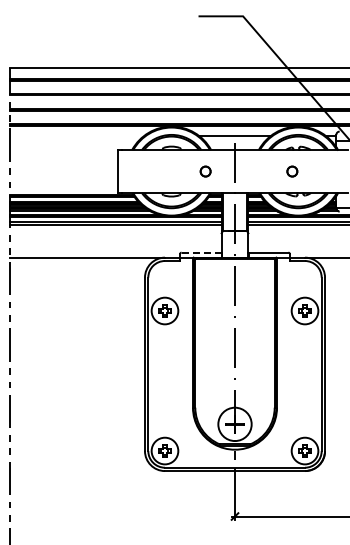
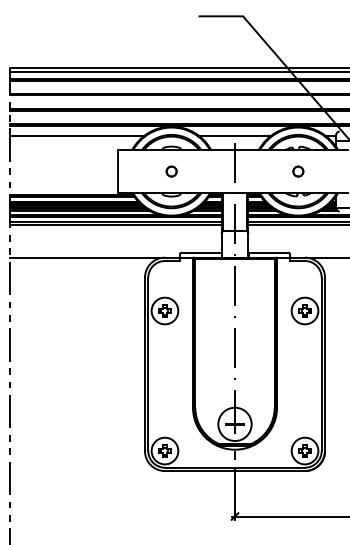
line at (178, 71): none -> present
line at (77, 135): none -> present
circle at (205, 171) position: (205, 171) -> (171, 171)
circle at (292, 171) position: (292, 171) -> (298, 171)
line at (201, 252): dashed -> solid
